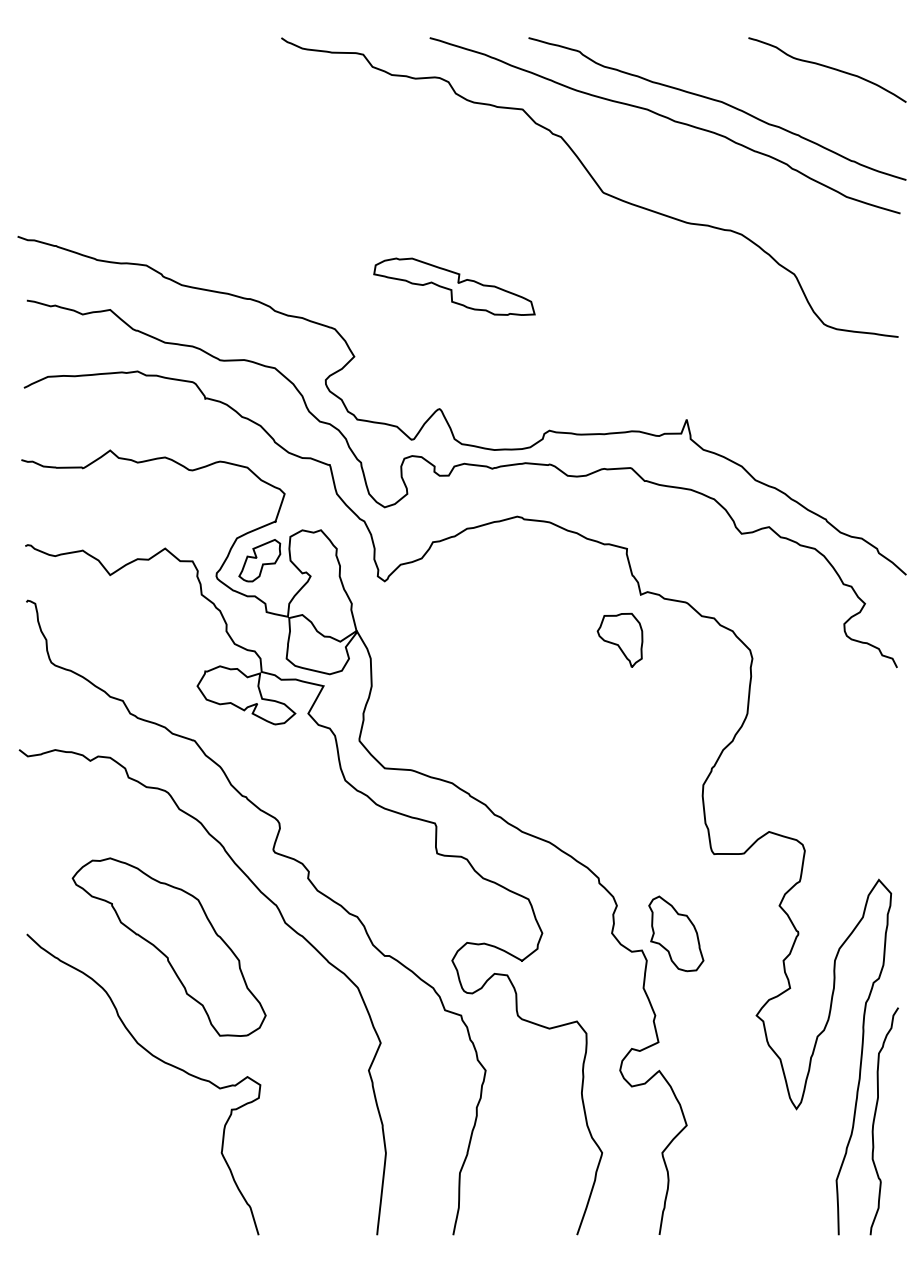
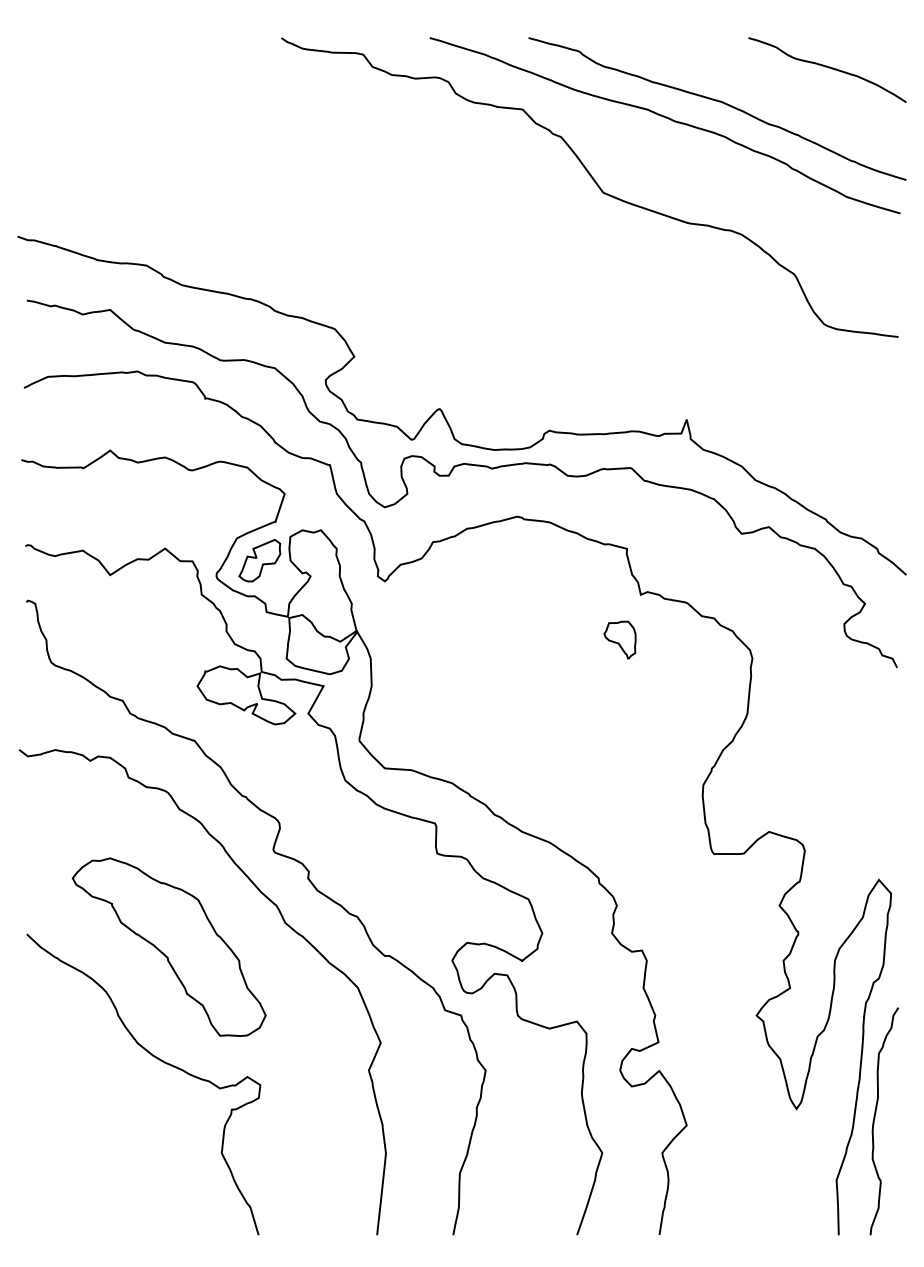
part at (454, 286): present -> none
part at (619, 639) size: 48x56 px -> 34x40 px
part at (676, 933): present -> none
